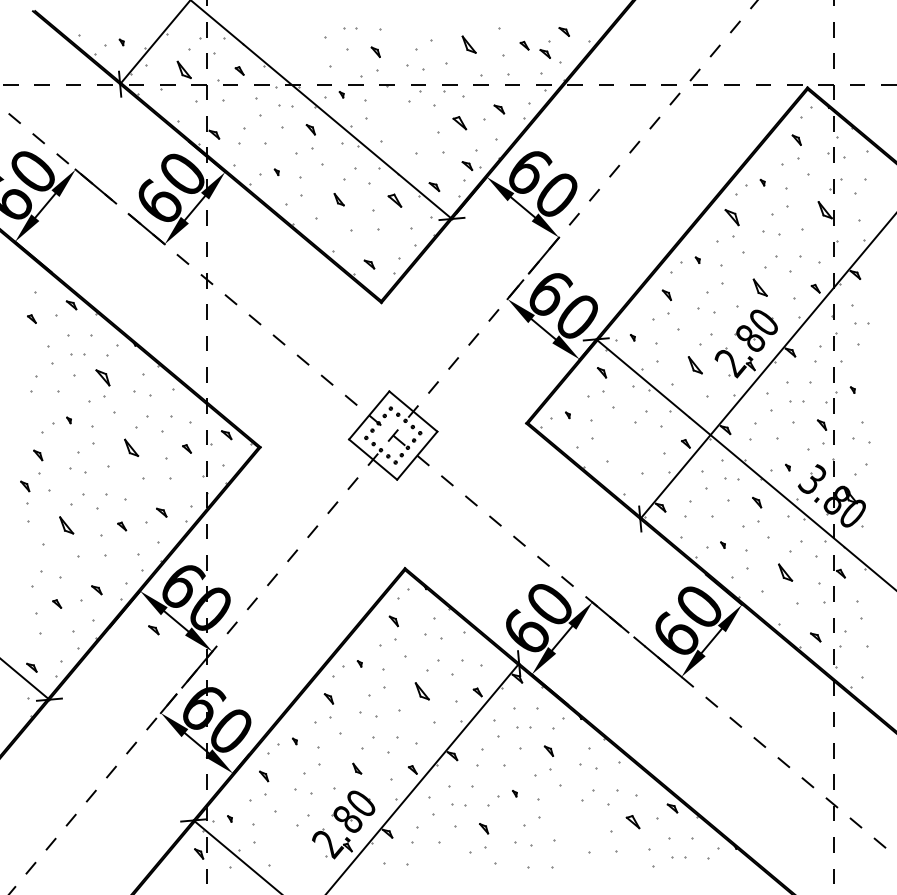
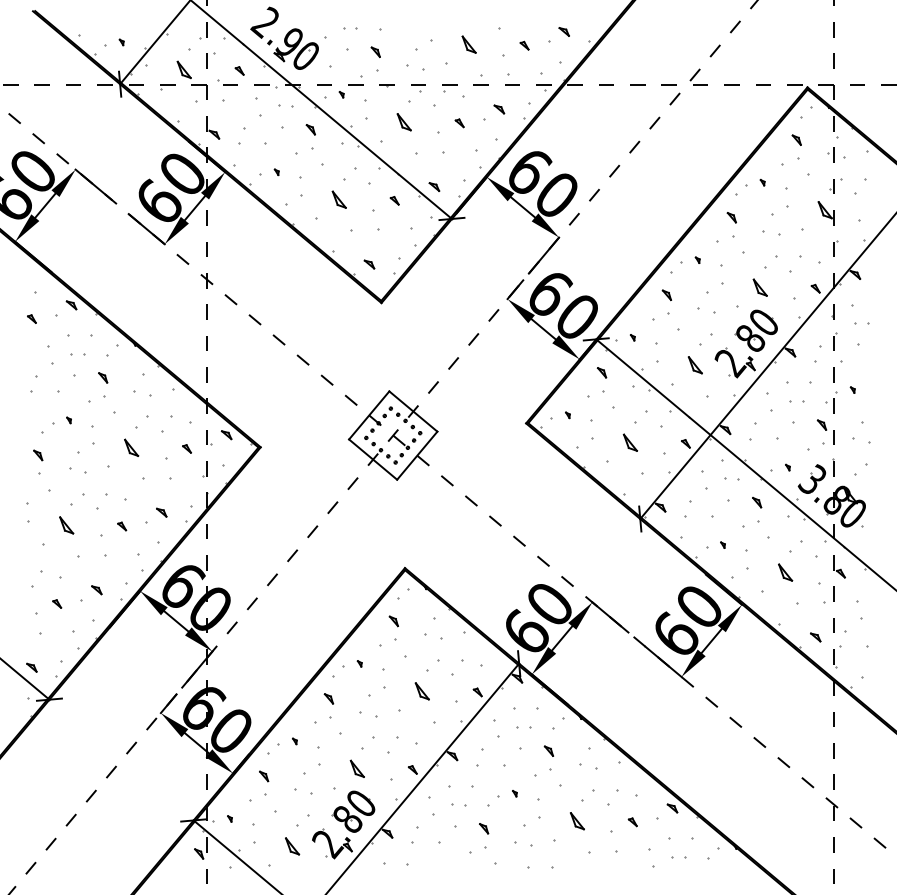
part at (284, 37): none -> present
part at (544, 53): present -> none
part at (403, 122): none -> present
part at (459, 123) size: 16x15 px -> 11x11 px
part at (467, 165): present -> none
part at (338, 199) size: 12x14 px -> 16x19 px
part at (394, 200) size: 16x15 px -> 11x10 px
part at (731, 217) size: 16x18 px -> 11x12 px
part at (102, 377) size: 16x18 px -> 11x12 px
part at (629, 442): none -> present
part at (25, 486): present -> none
part at (153, 630): present -> none
part at (357, 768) size: 11x13 px -> 16x19 px
part at (577, 821): none -> present
part at (632, 822) size: 16x15 px -> 11x11 px
part at (292, 846): none -> present
